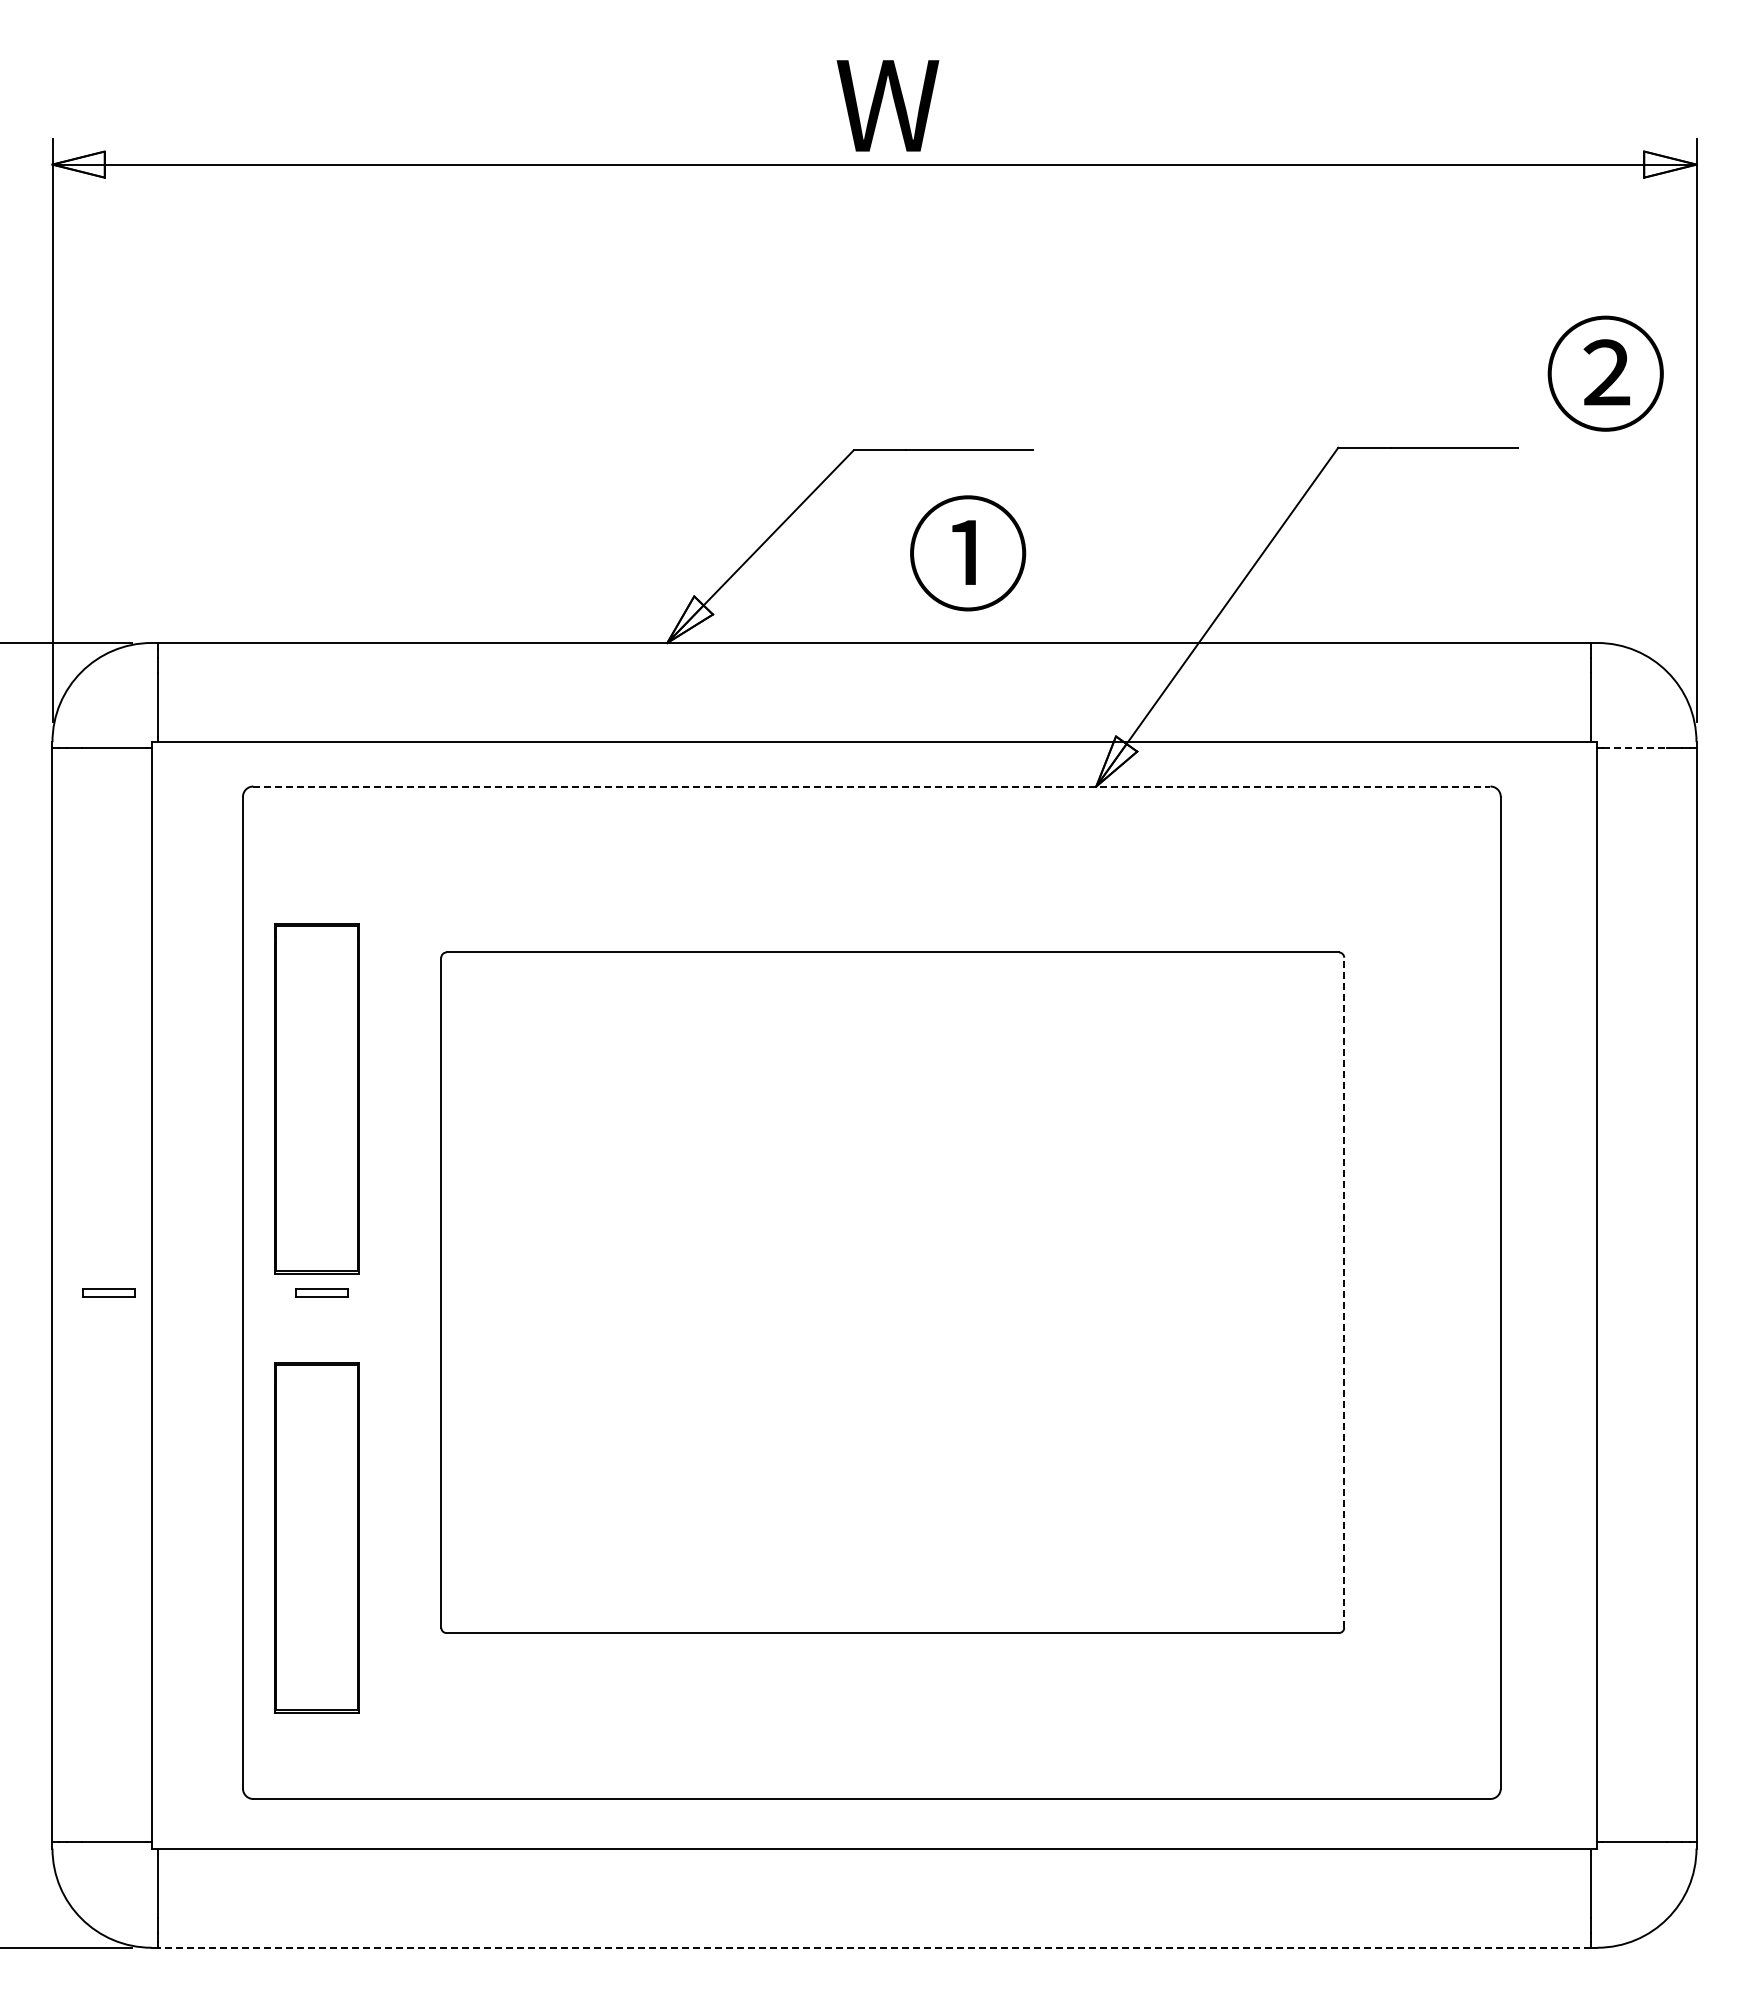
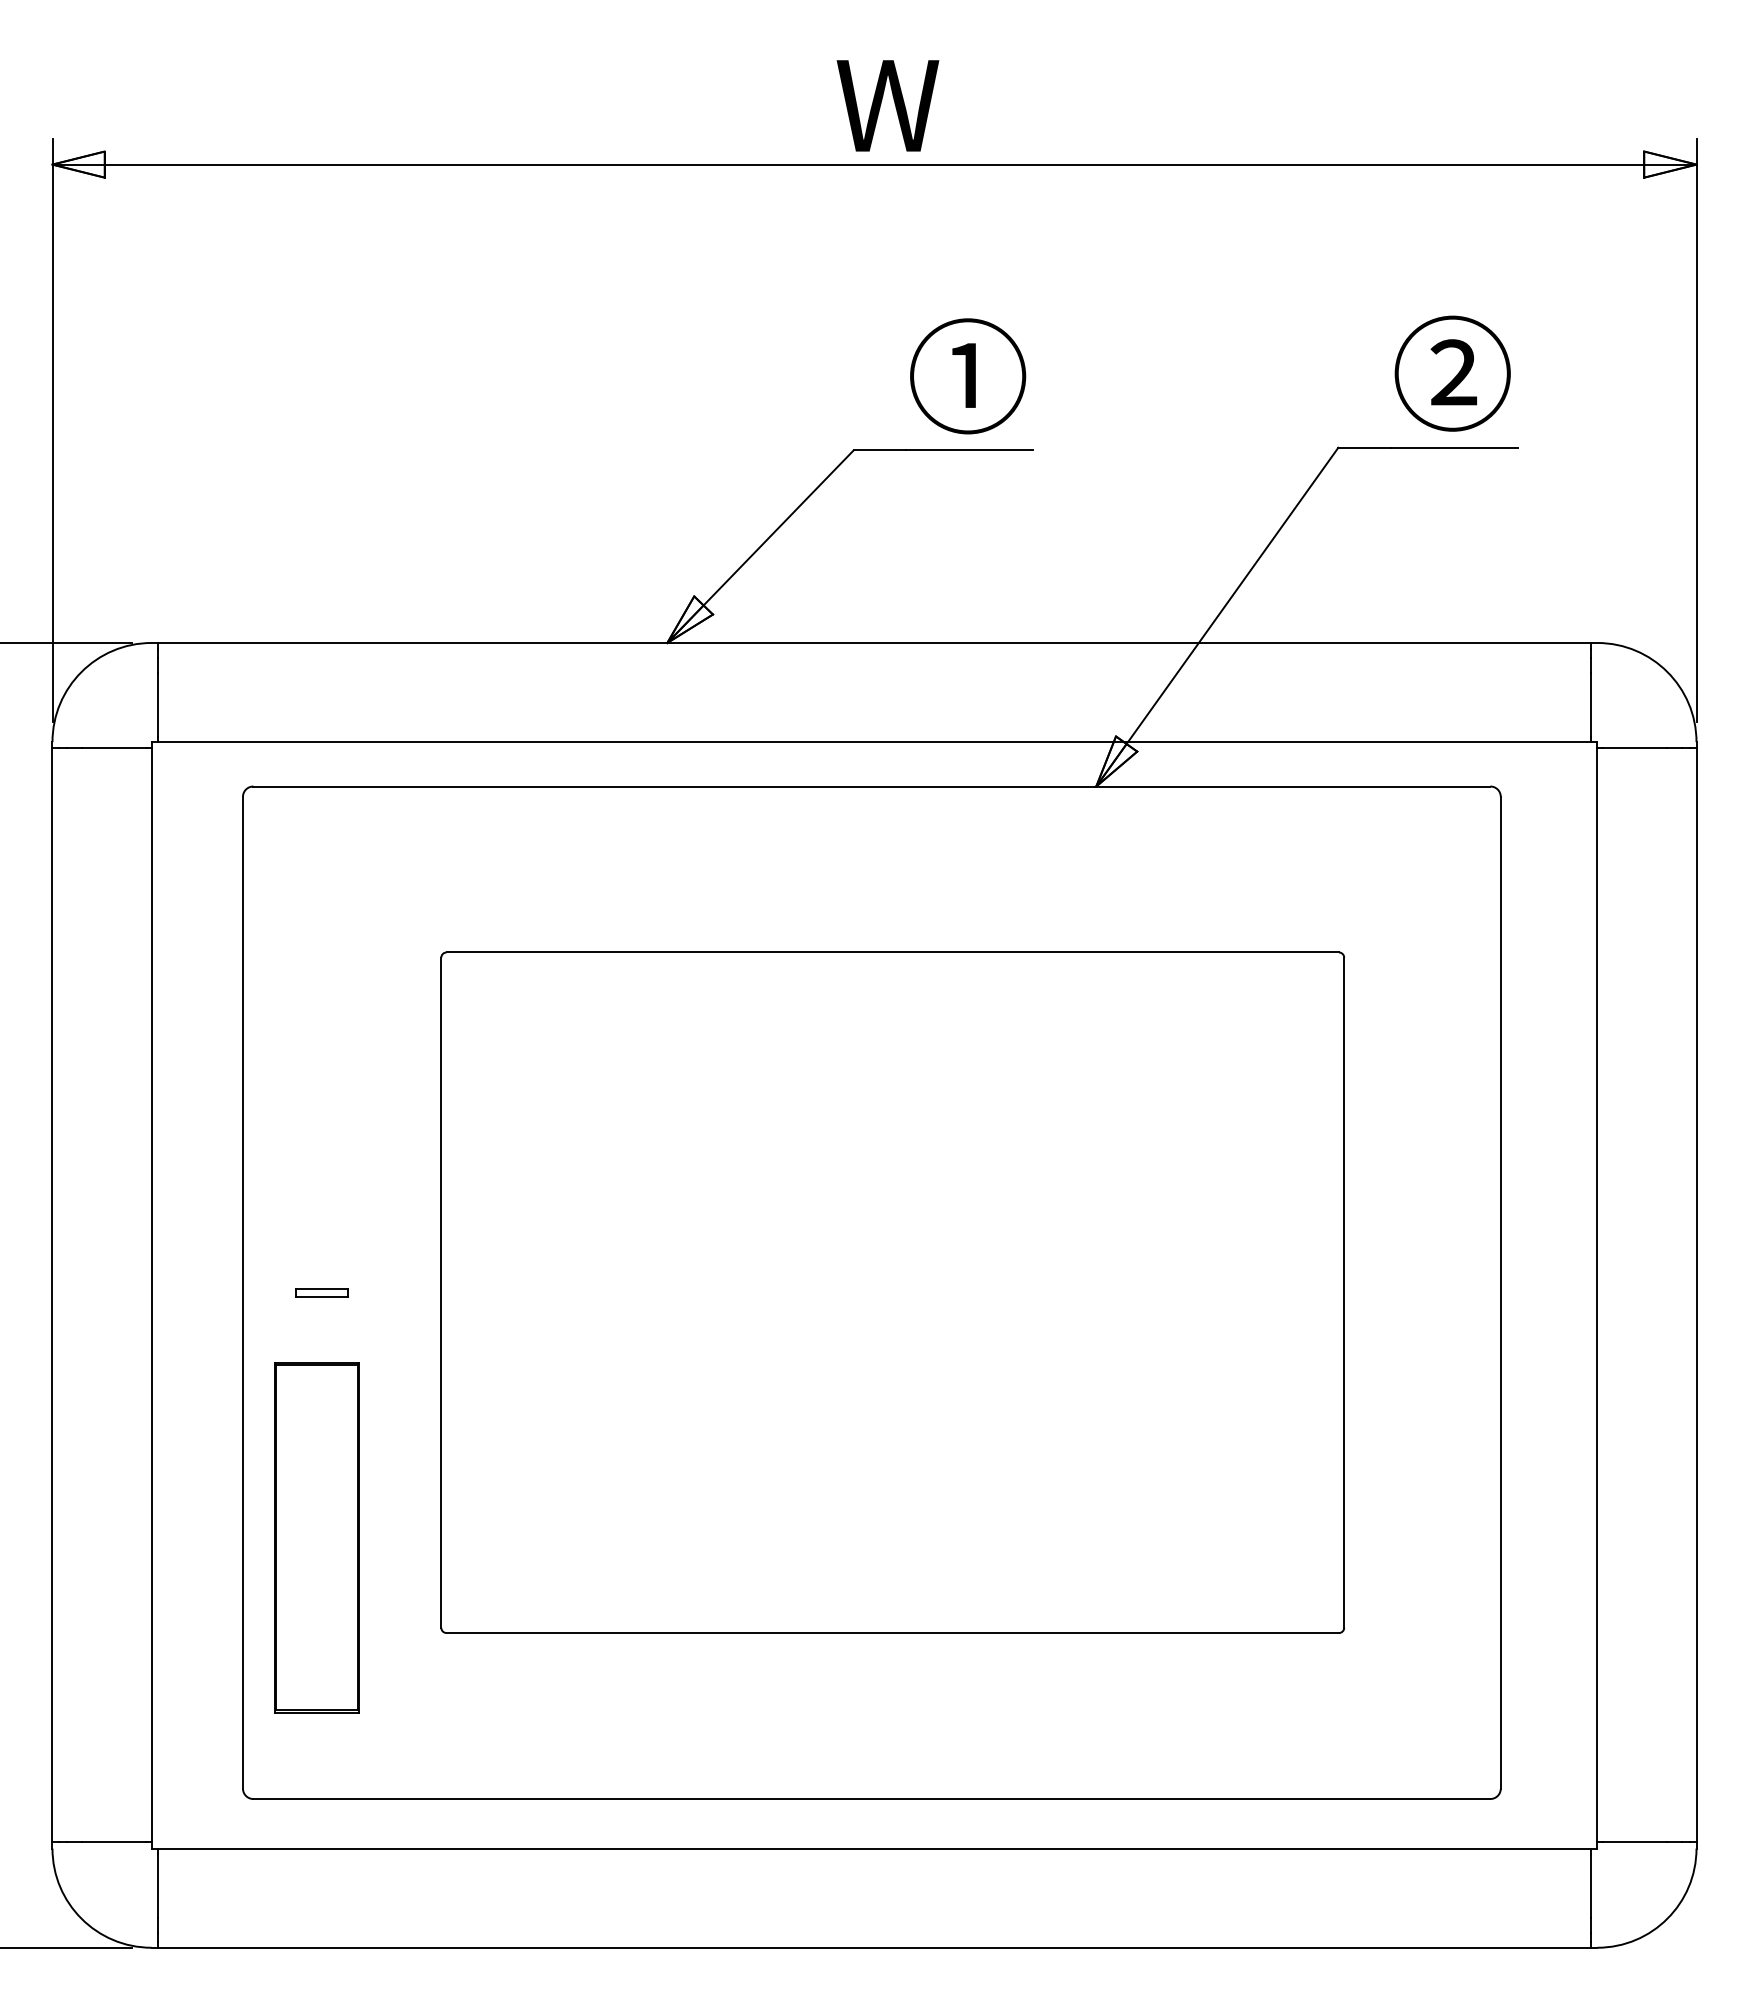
text at (1605, 373) position: (1605, 373) -> (1452, 373)
text at (968, 553) position: (968, 553) -> (968, 376)
line at (1635, 748): dashed -> solid
line at (871, 786): dashed -> solid
part at (316, 1098): present -> none
part at (108, 1292): present -> none
line at (1344, 1292): dashed -> solid
line at (874, 1947): dashed -> solid
